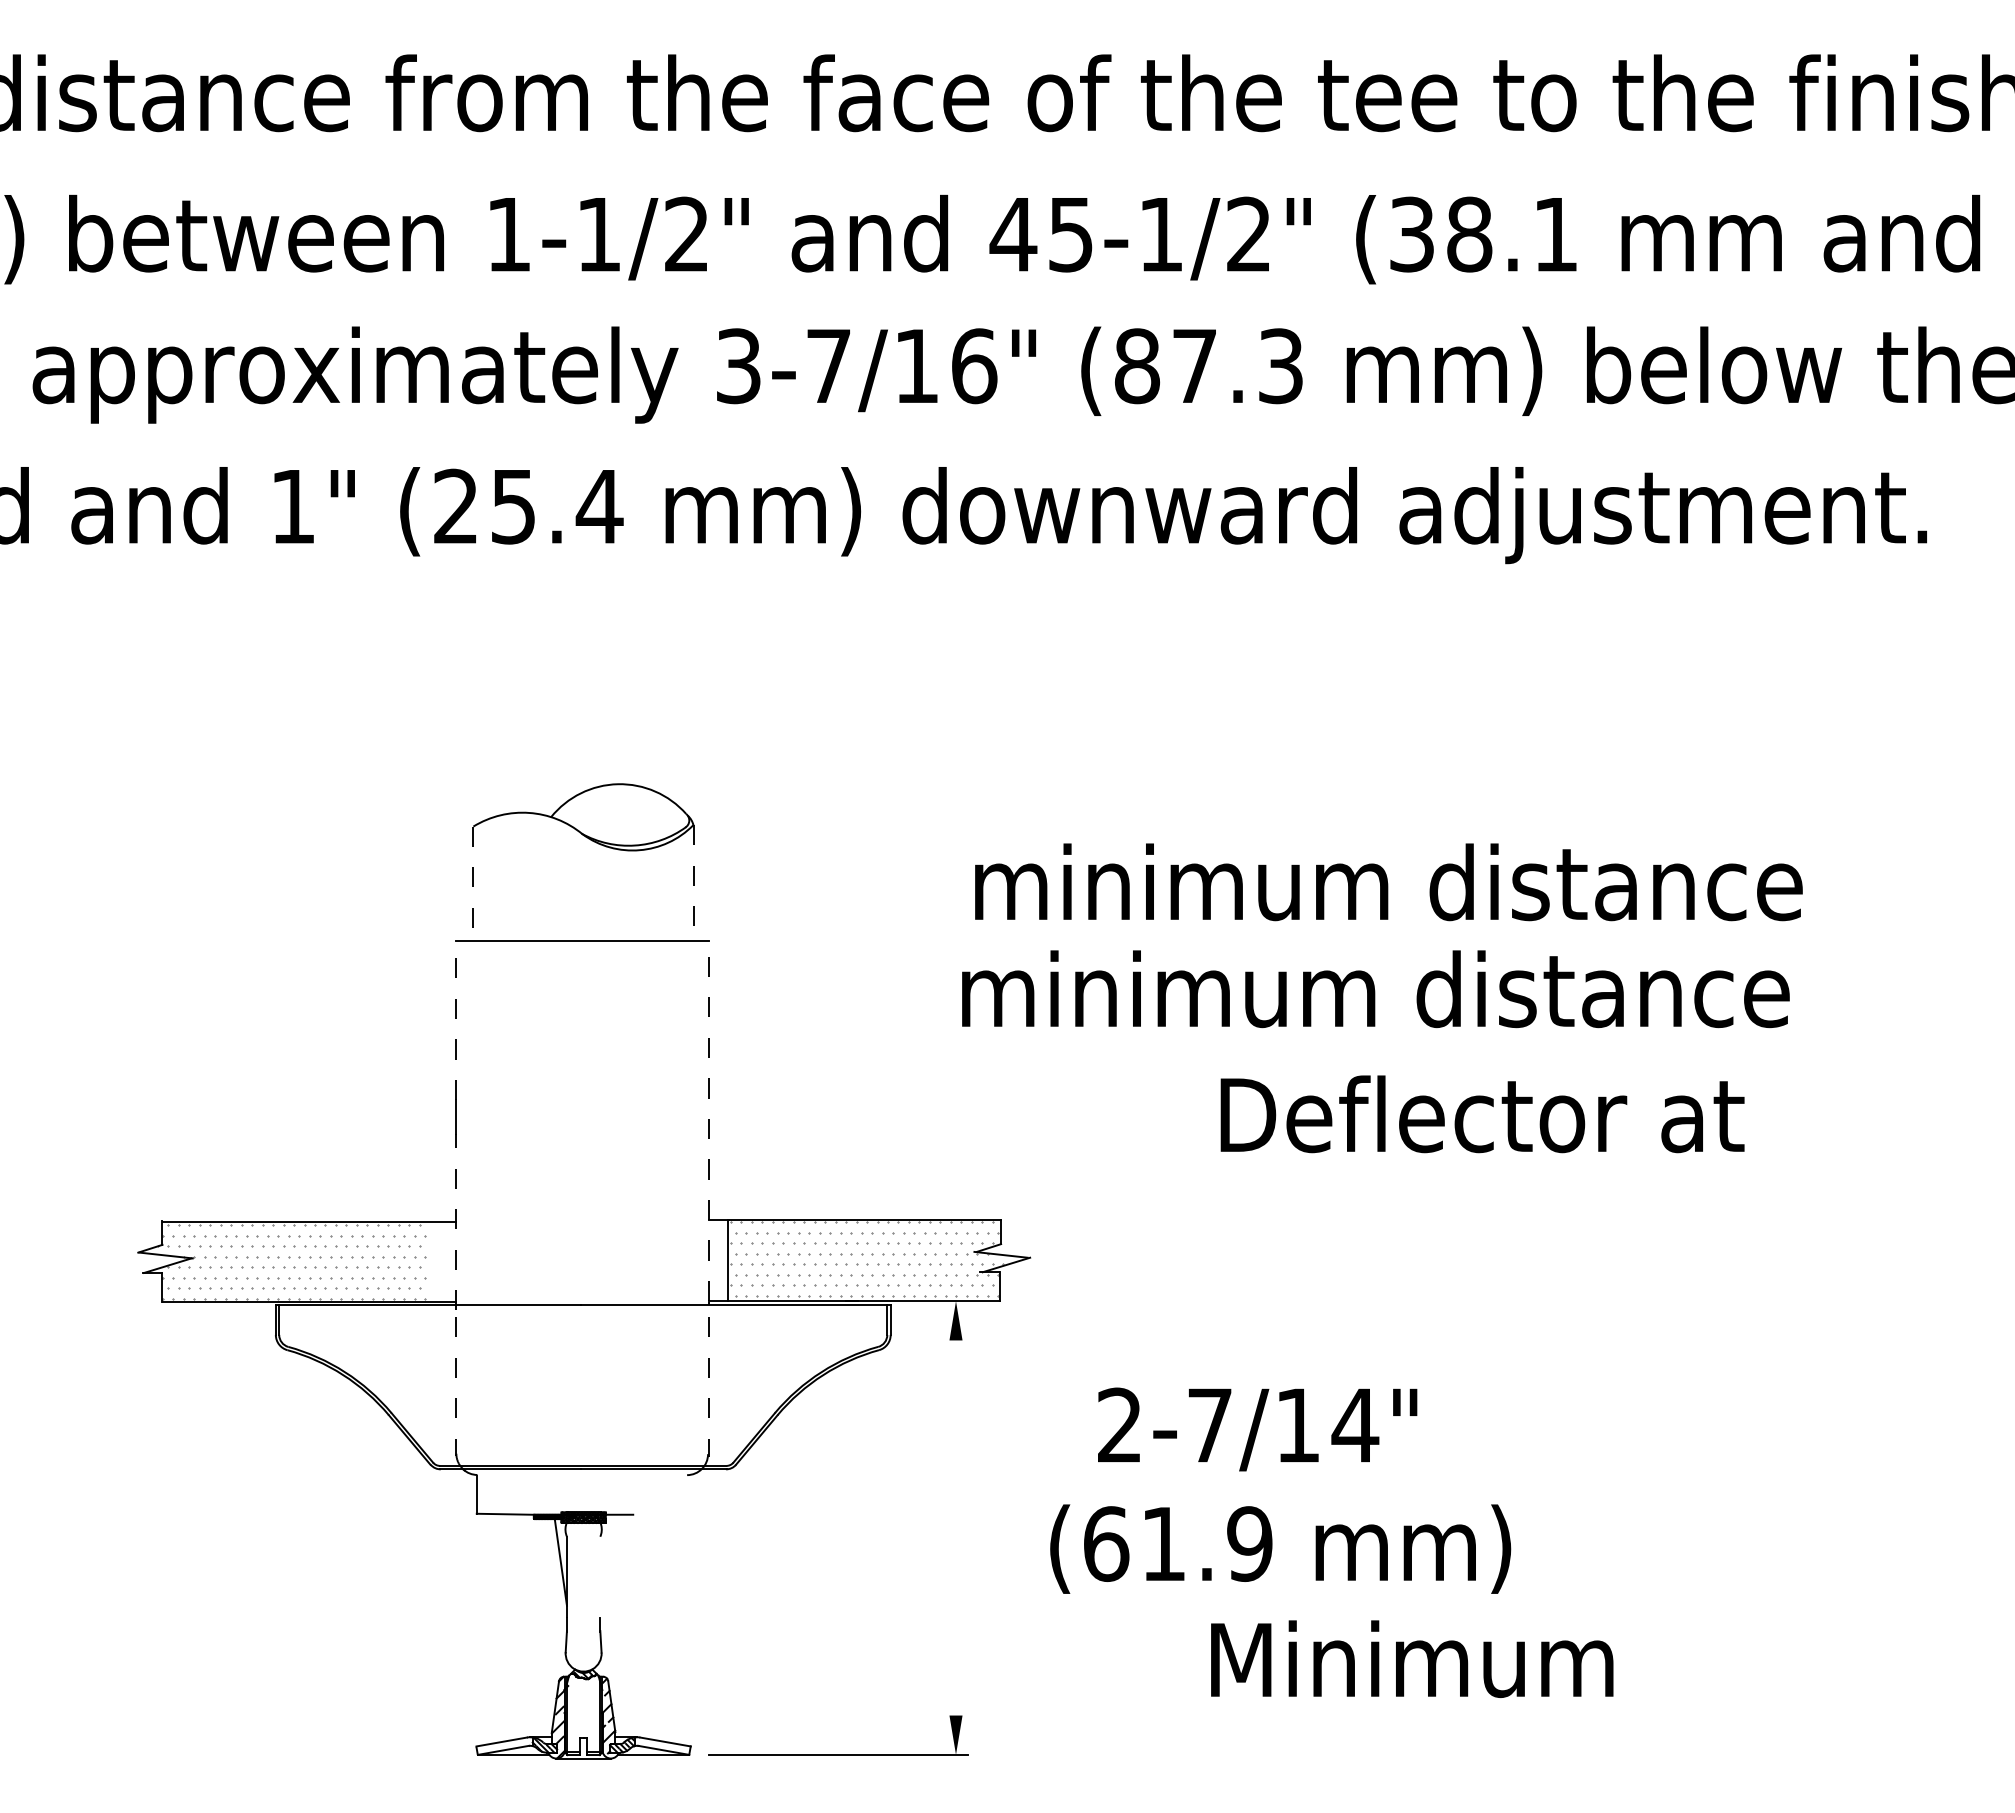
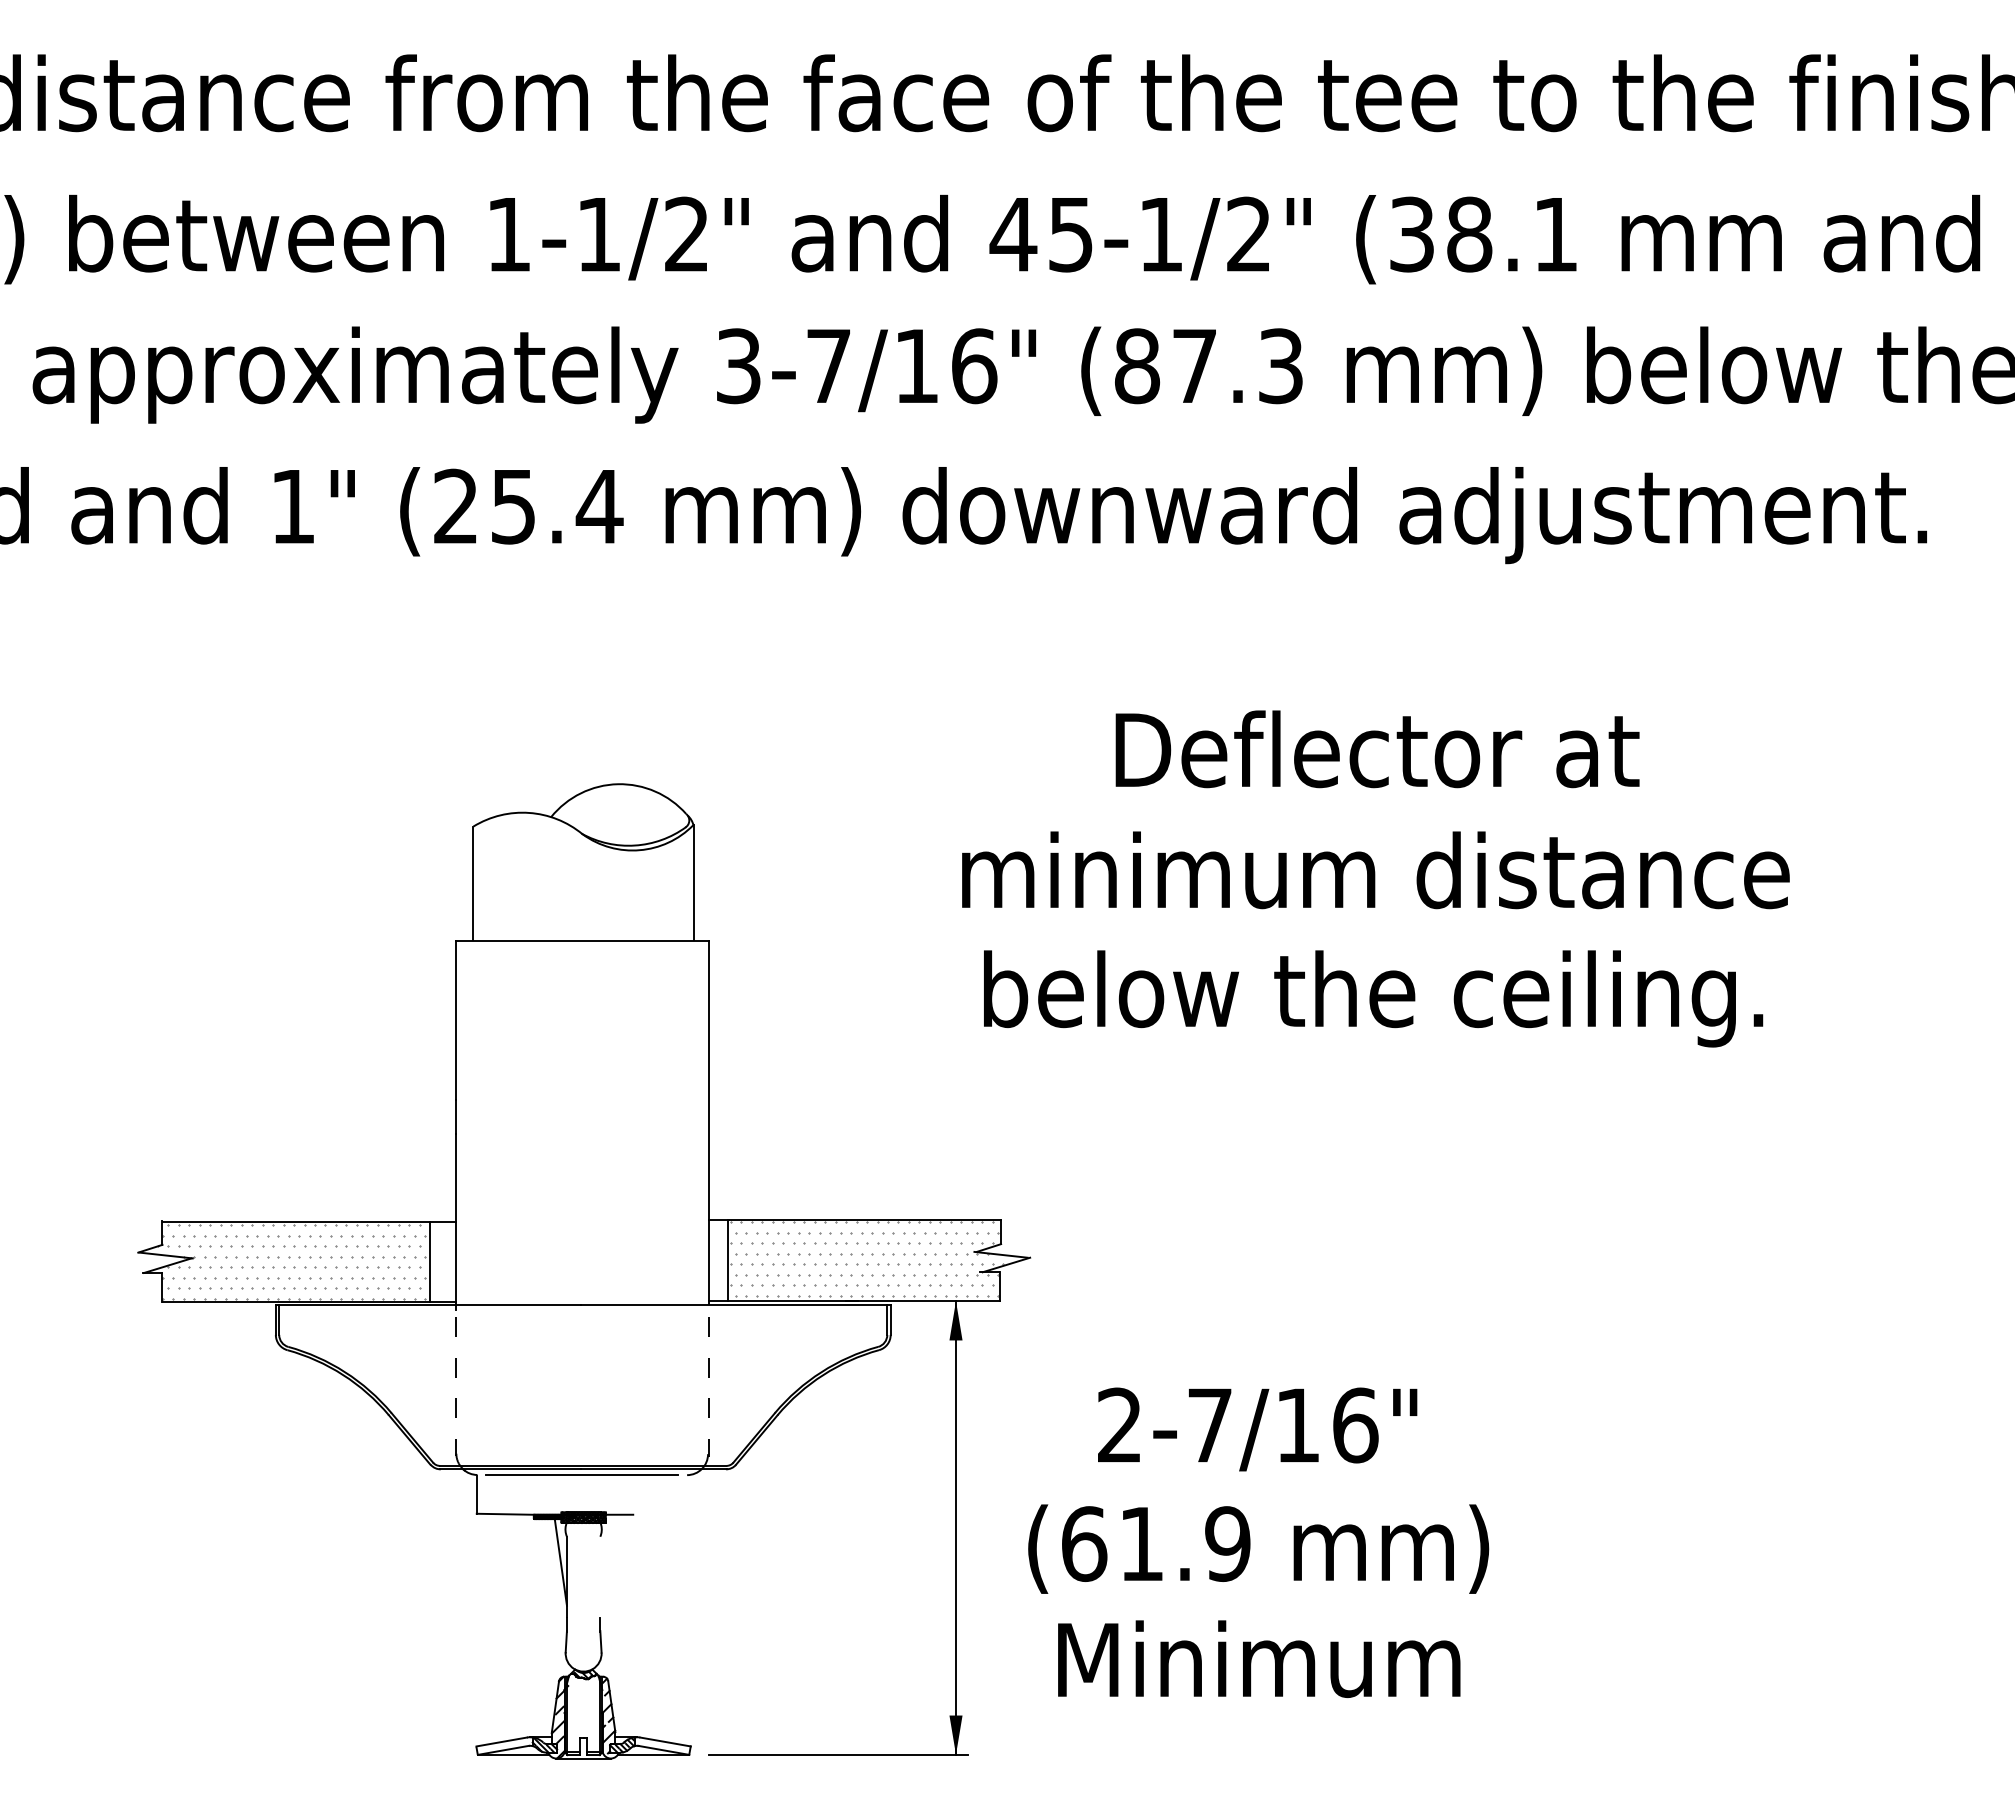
line at (693, 882): dashed -> solid
text at (1388, 882) position: (1388, 882) -> (1375, 870)
line at (473, 883): dashed -> solid
text at (1375, 998): minimum distance -> below the ceiling.
line at (456, 1020): dashed -> solid
text at (1482, 1114) position: (1482, 1114) -> (1377, 749)
line at (709, 1121): dashed -> solid
line at (456, 1221): dashed -> solid
line at (430, 1261): none -> present
text at (1355, 1425): 2-7/14" -> 2-7/16"
line at (581, 1475): none -> present
line at (956, 1527): none -> present
text at (1280, 1548) position: (1280, 1548) -> (1258, 1548)
text at (1412, 1658) position: (1412, 1658) -> (1259, 1658)
